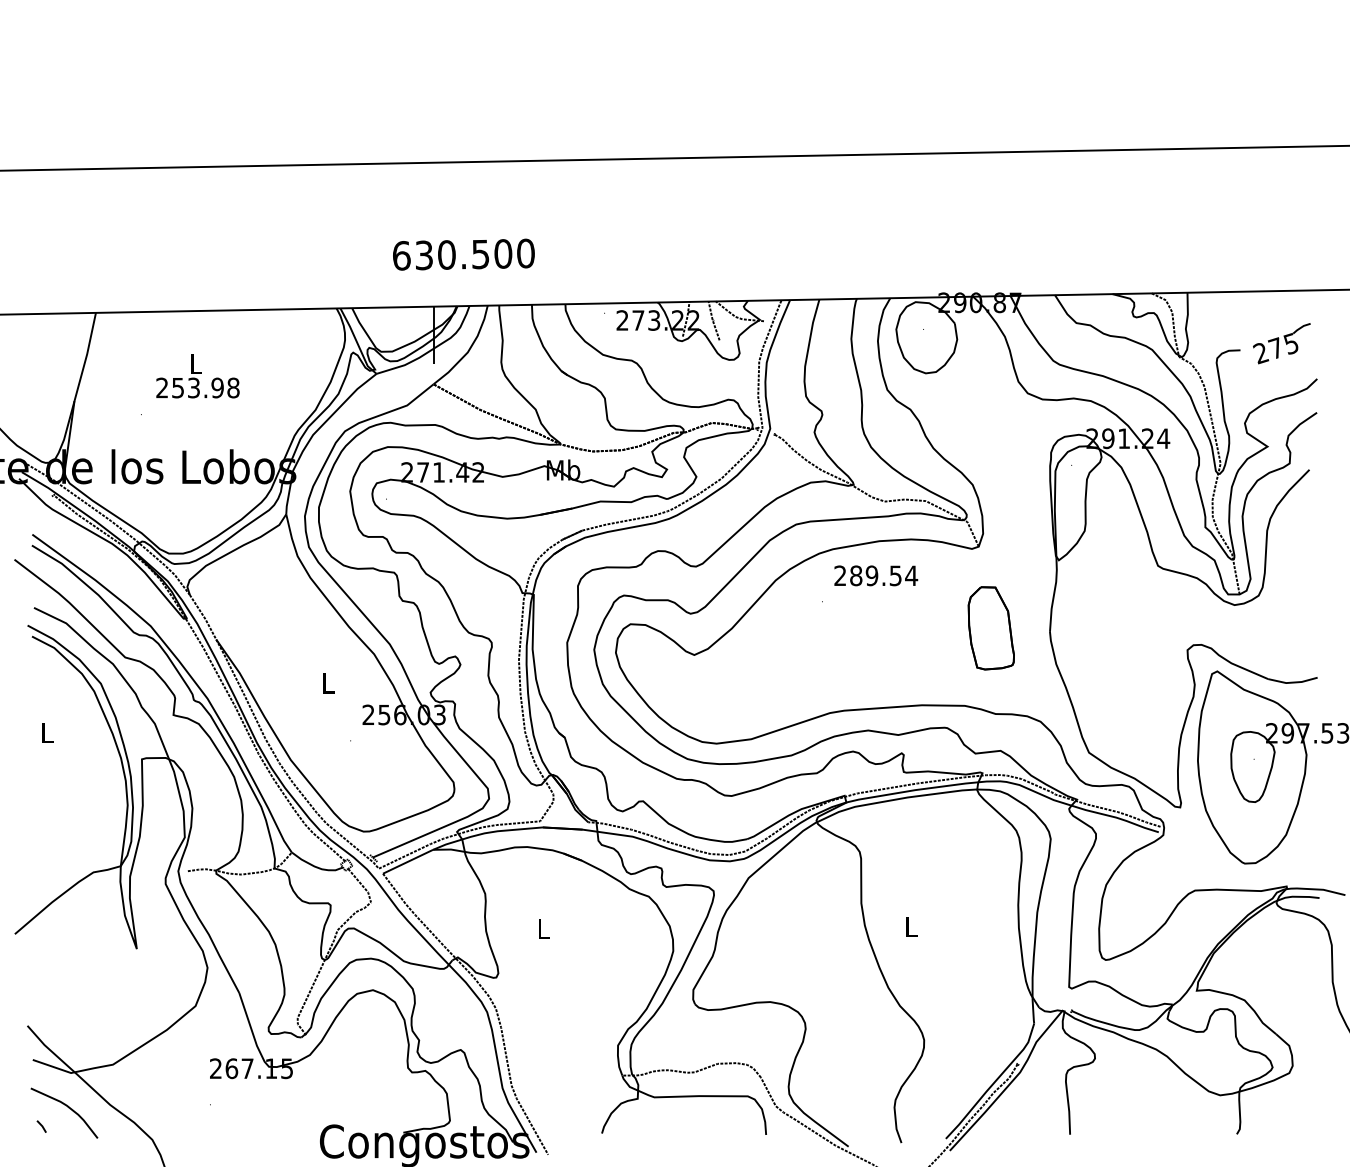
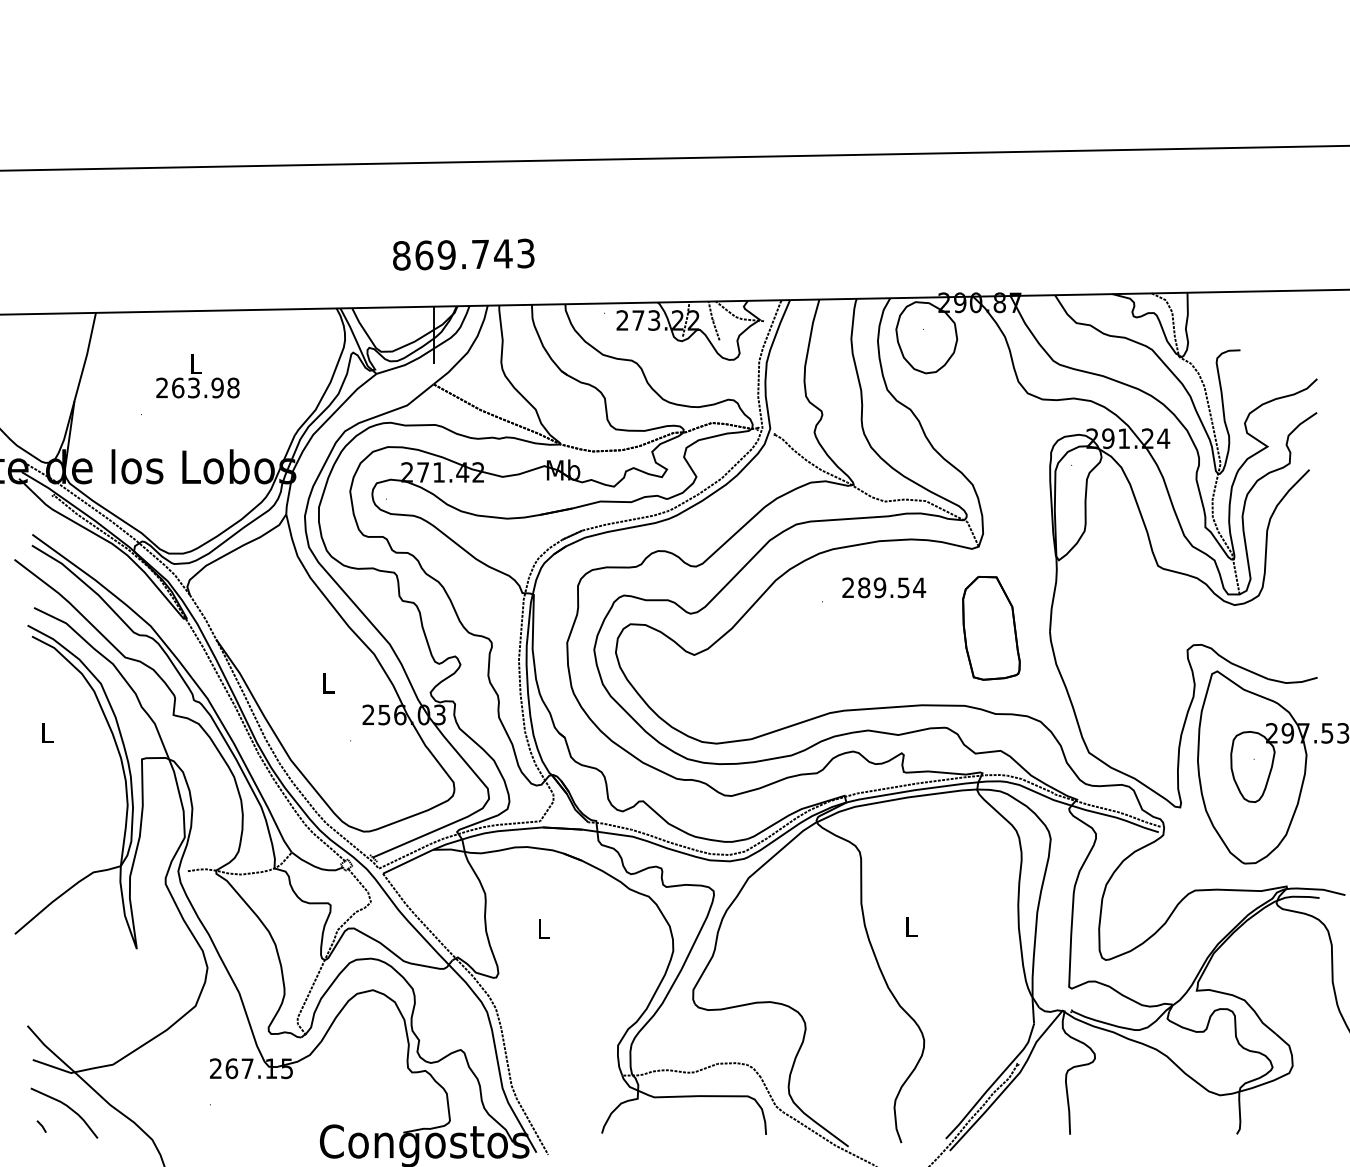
text at (463, 254): 630.500 -> 869.743
part at (1281, 343): present -> none
text at (178, 387): 253.98 -> 263.98
text at (876, 575) position: (876, 575) -> (884, 587)
part at (990, 628) size: 48x85 px -> 59x105 px
